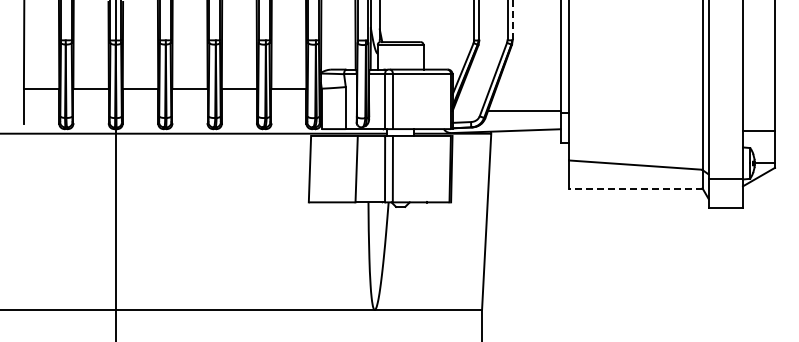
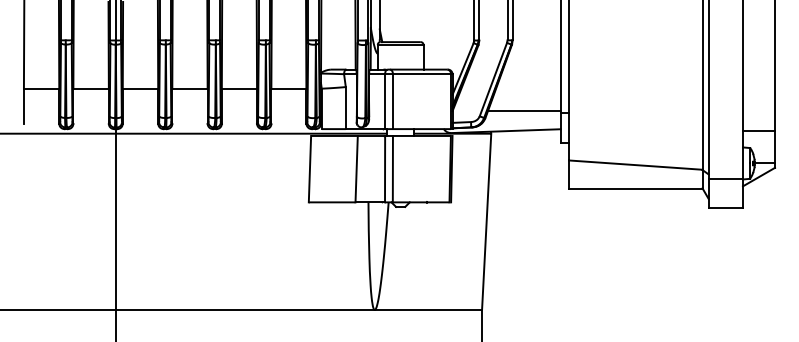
line at (512, 20): dashed -> solid
line at (635, 188): dashed -> solid
